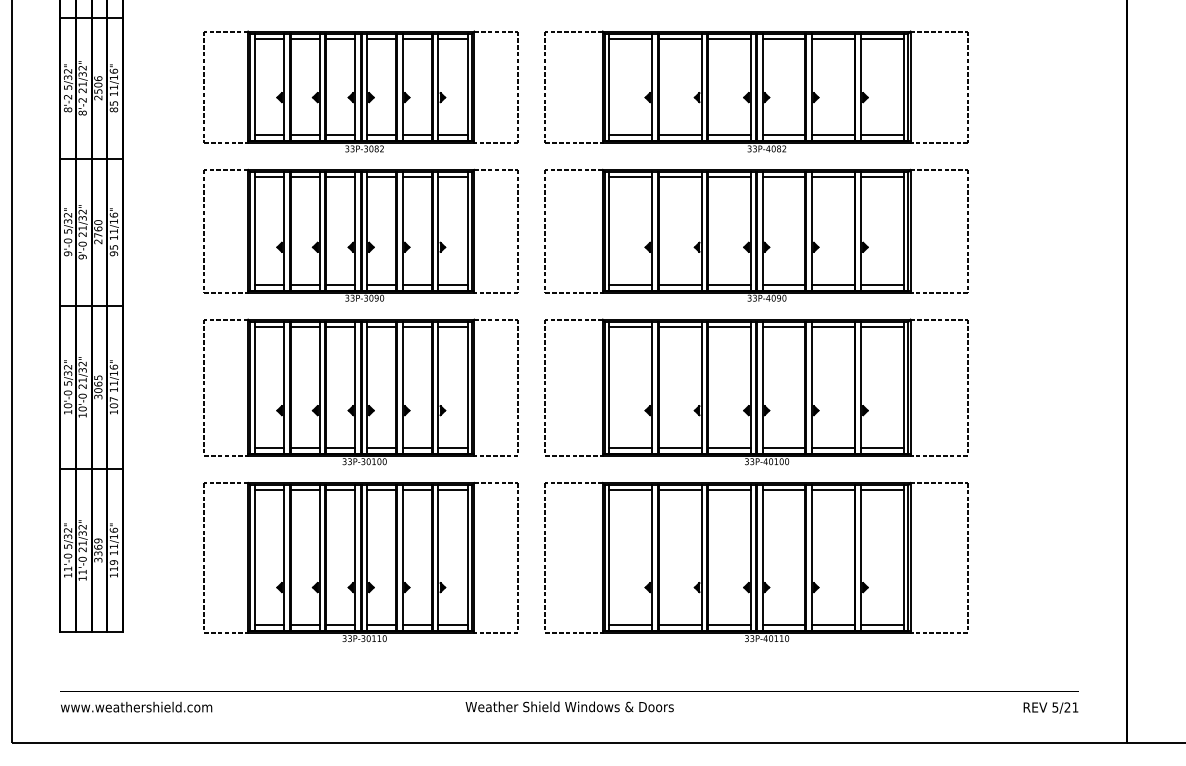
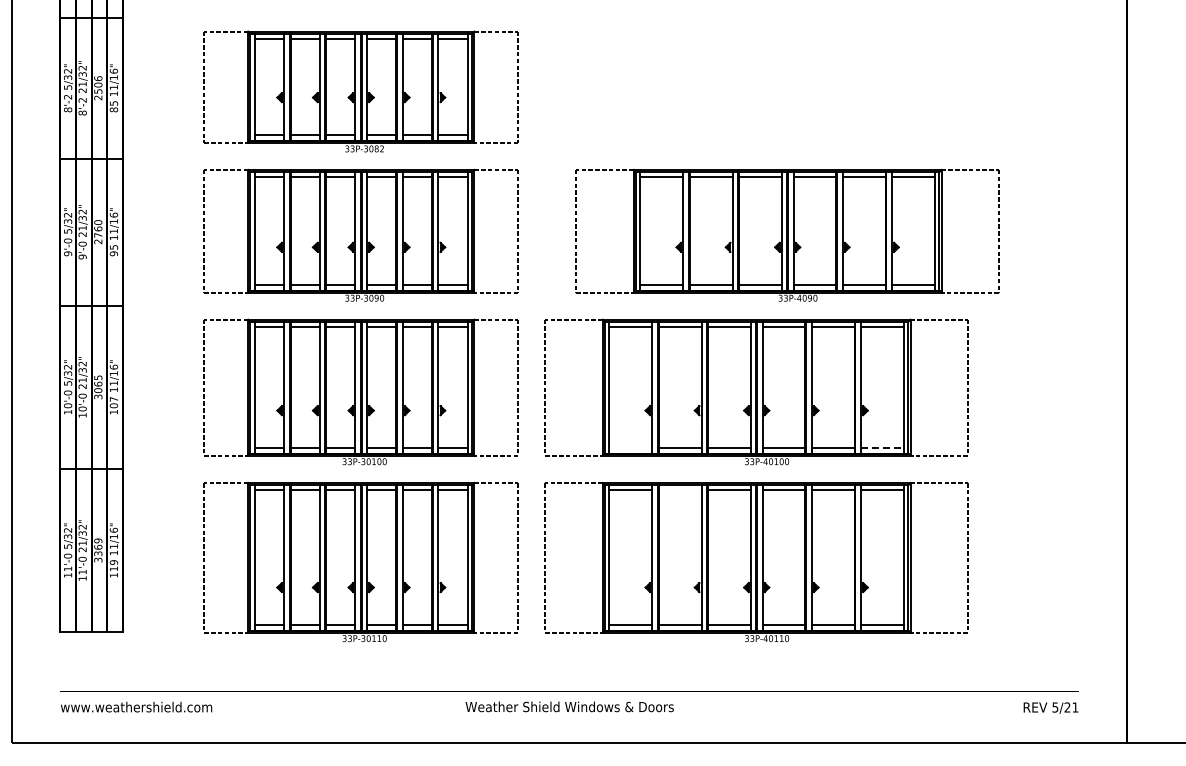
part at (756, 91): present -> none
part at (756, 234) position: (756, 234) -> (787, 234)
line at (630, 448): present -> none
line at (883, 448): solid -> dashed
line at (679, 490): present -> none
